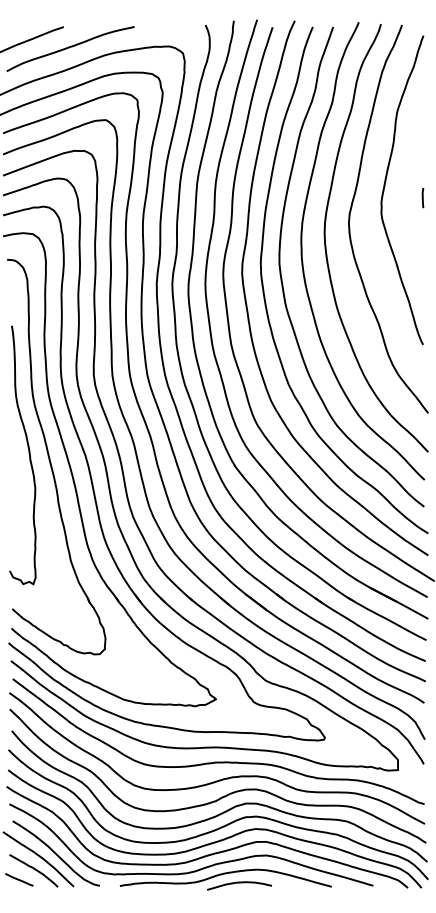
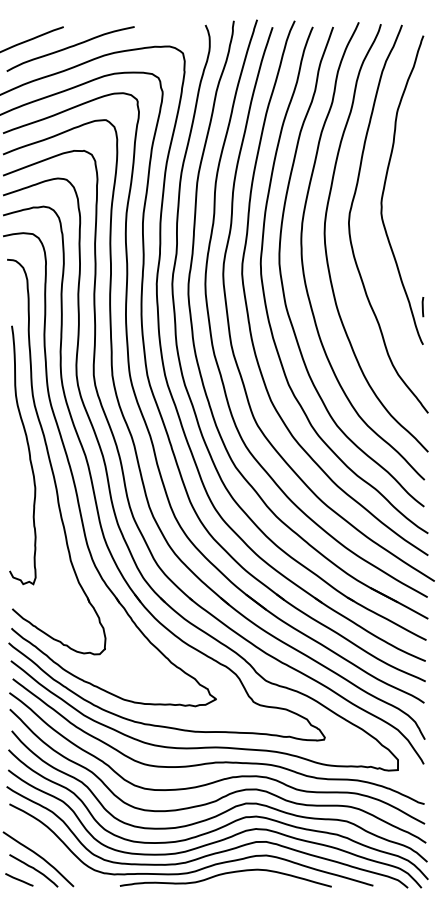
line at (422, 198) position: (422, 198) -> (422, 307)
curve at (55, 853): present -> none
curve at (239, 883): present -> none
